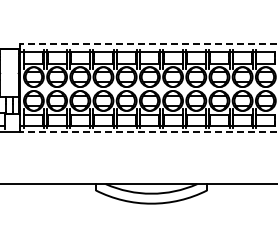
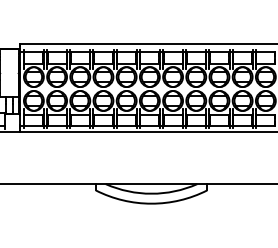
line at (148, 44): dashed -> solid
line at (148, 132): dashed -> solid
